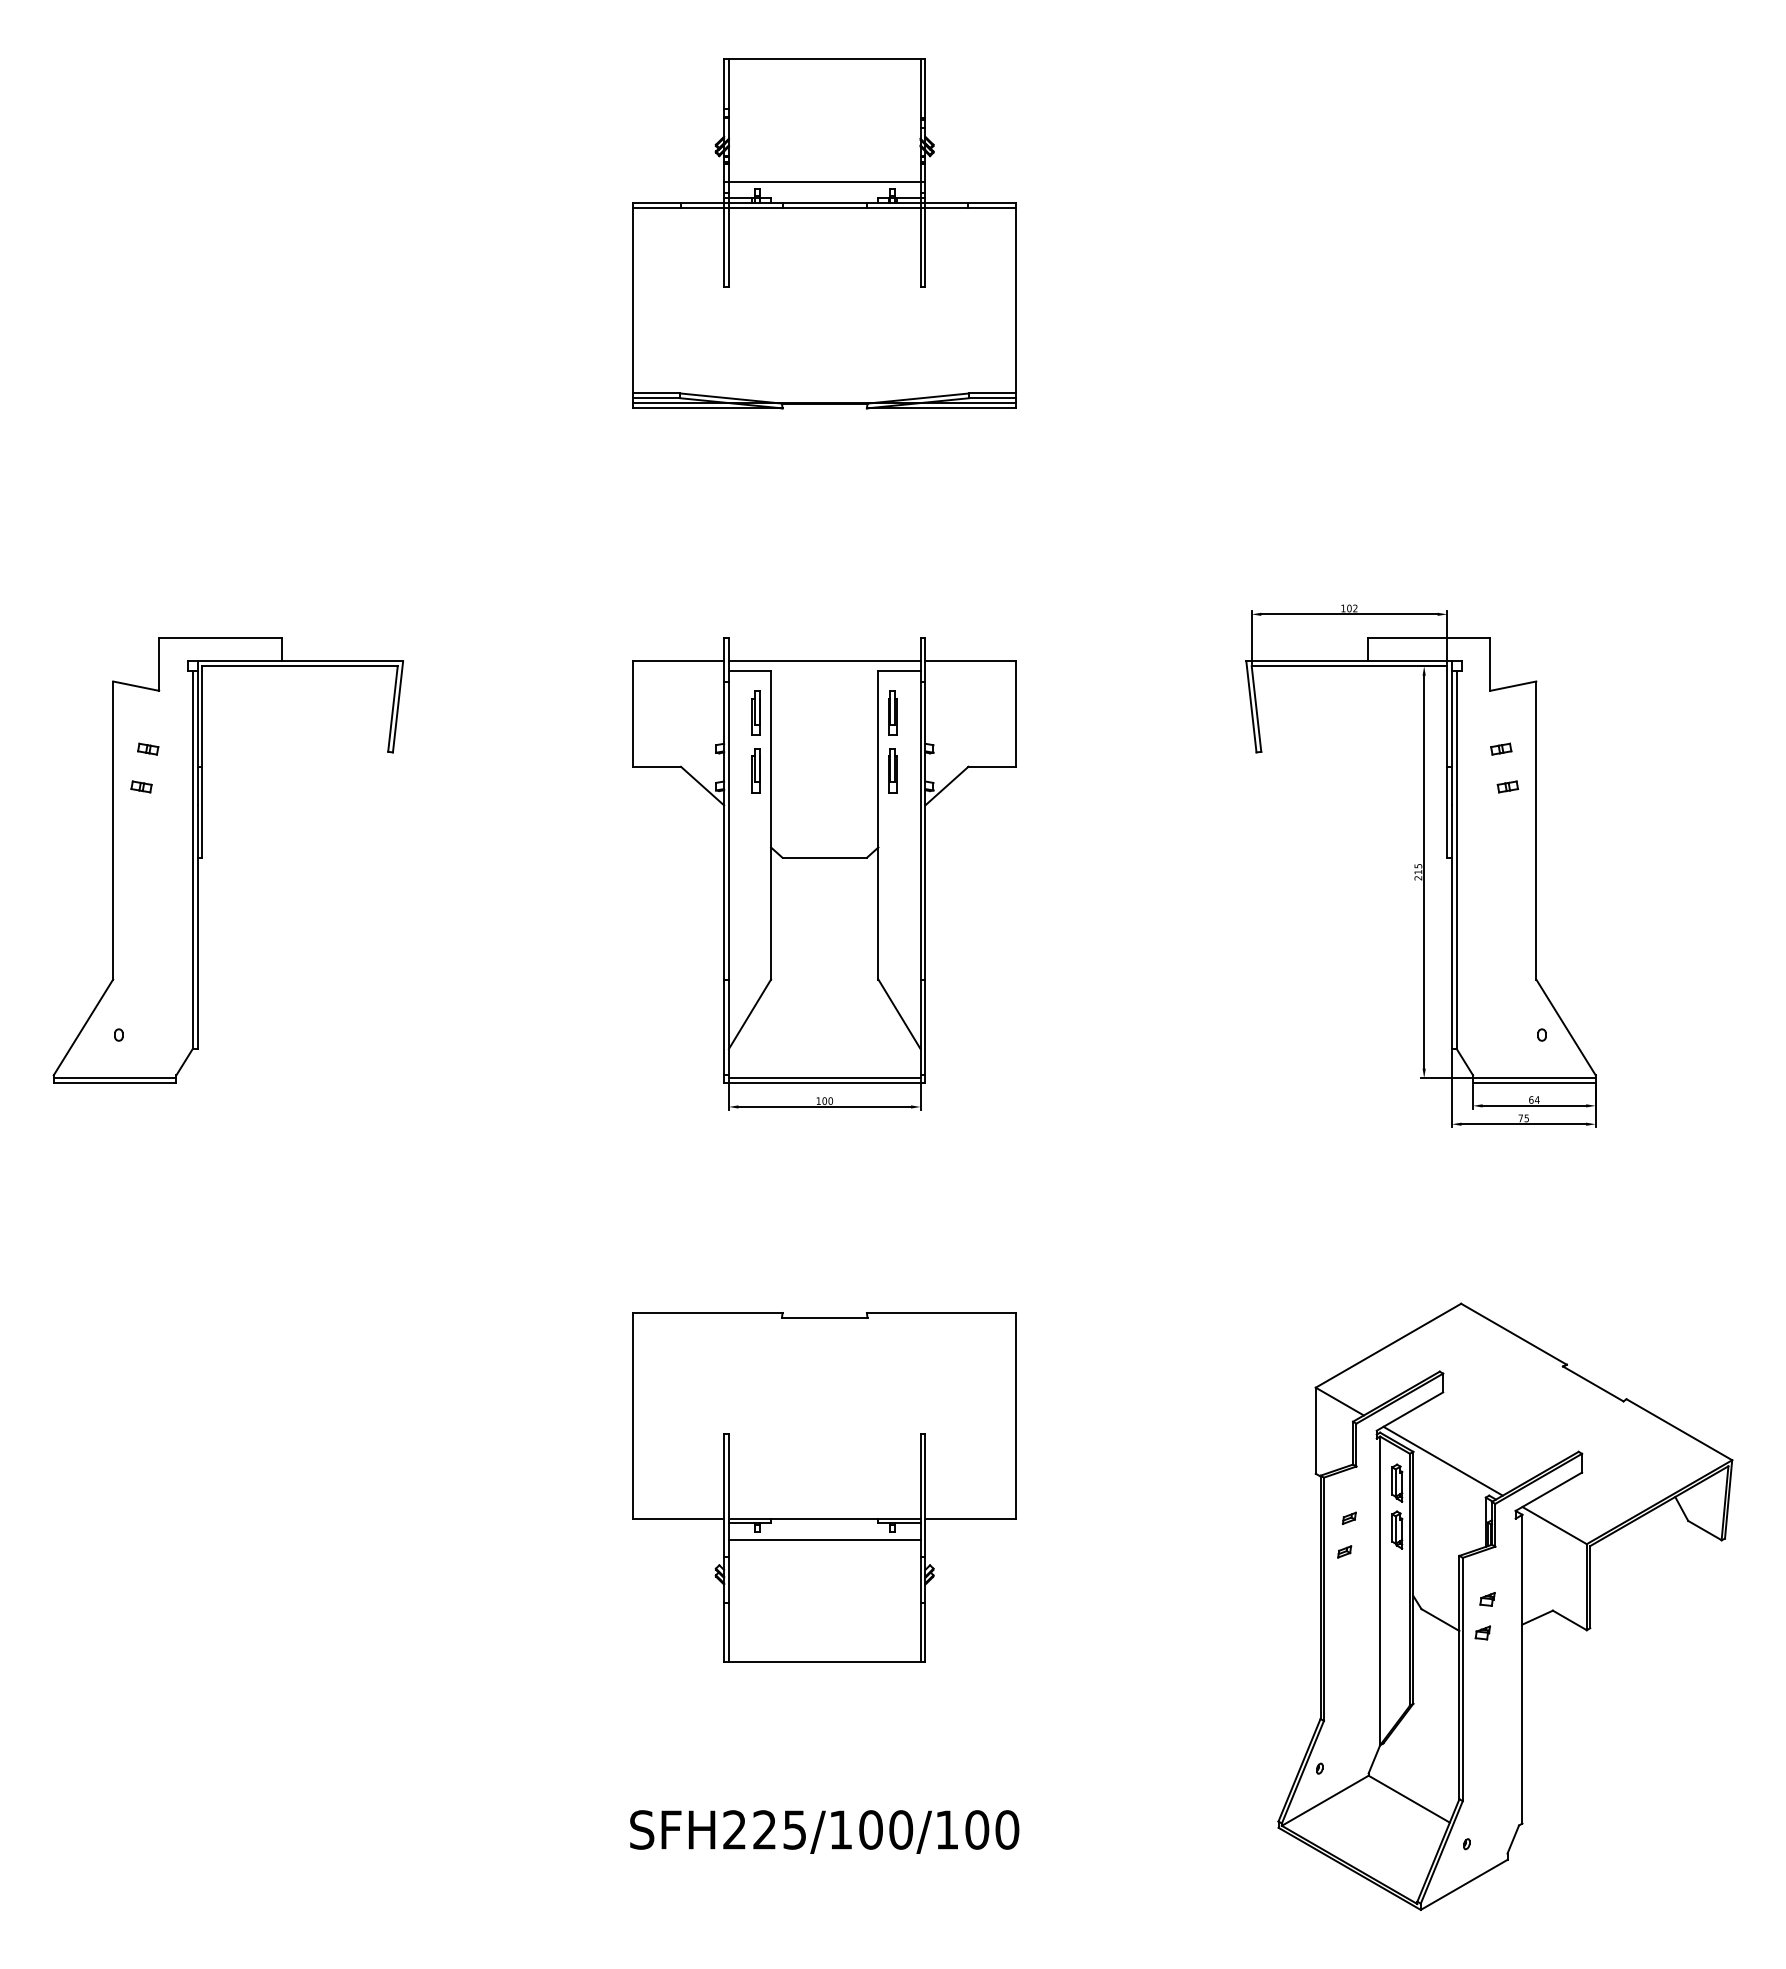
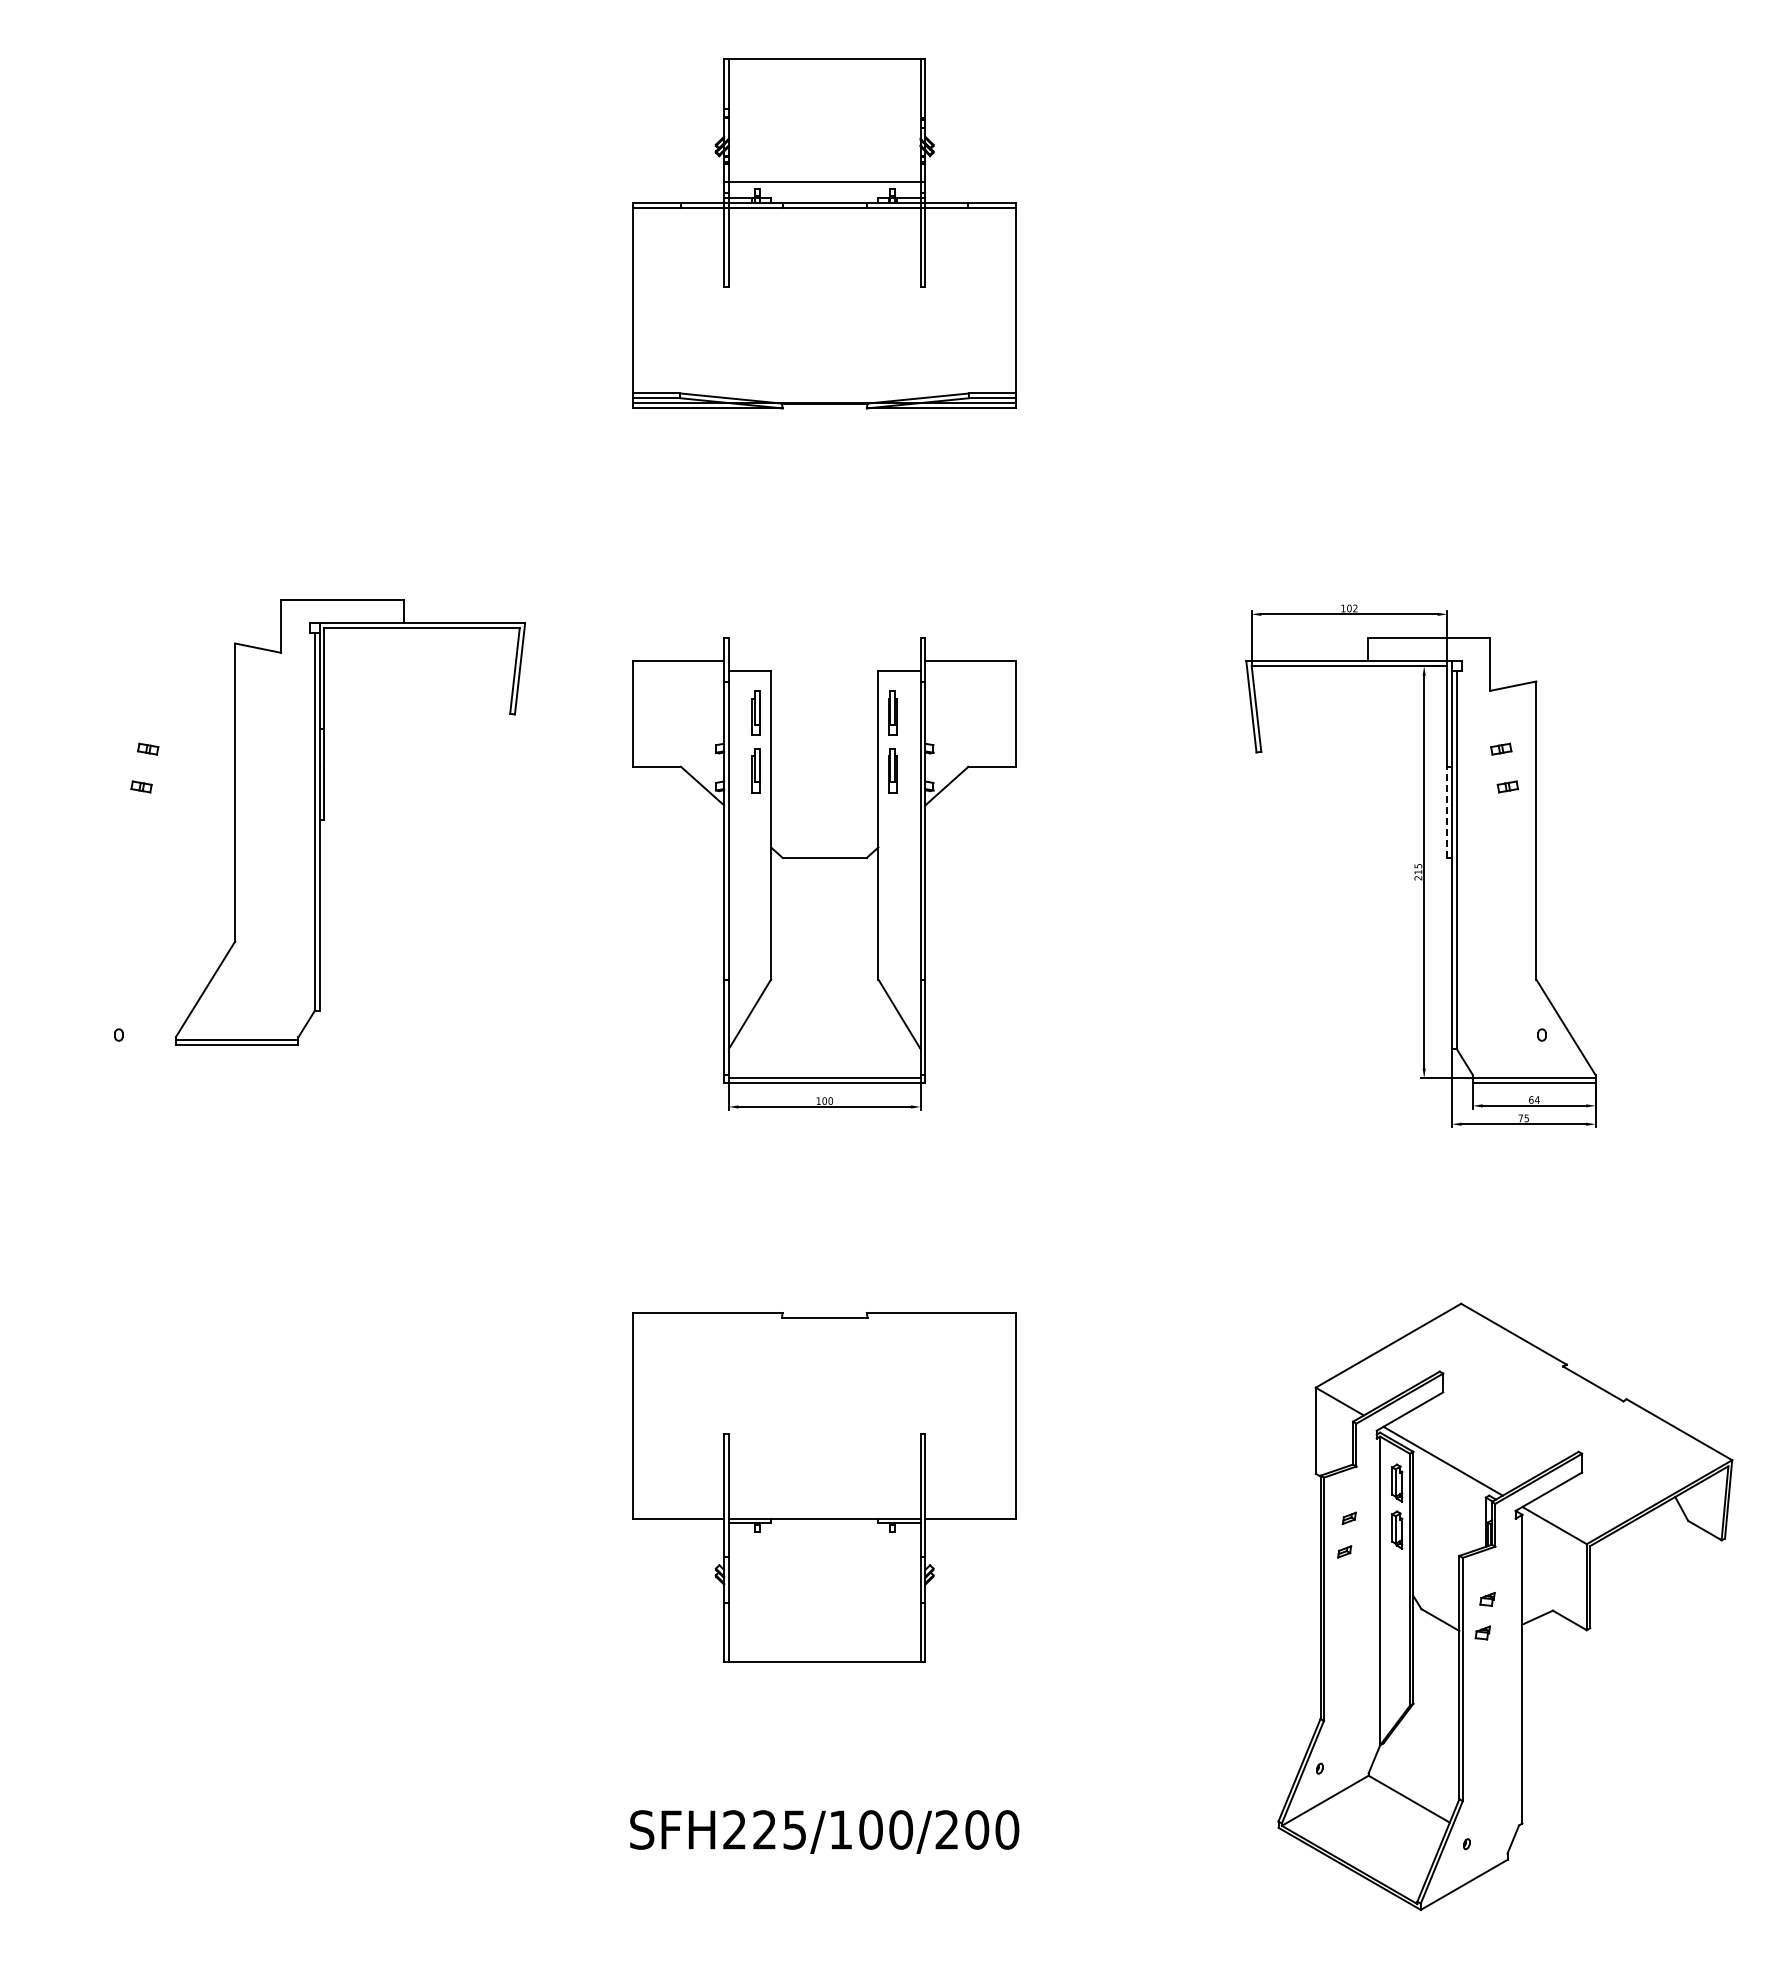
line at (824, 661): present -> none
line at (1447, 812): solid -> dashed
part at (202, 858) position: (202, 858) -> (324, 820)
line at (824, 1539): present -> none
text at (946, 1829): SFH225/100/100 -> SFH225/100/200
